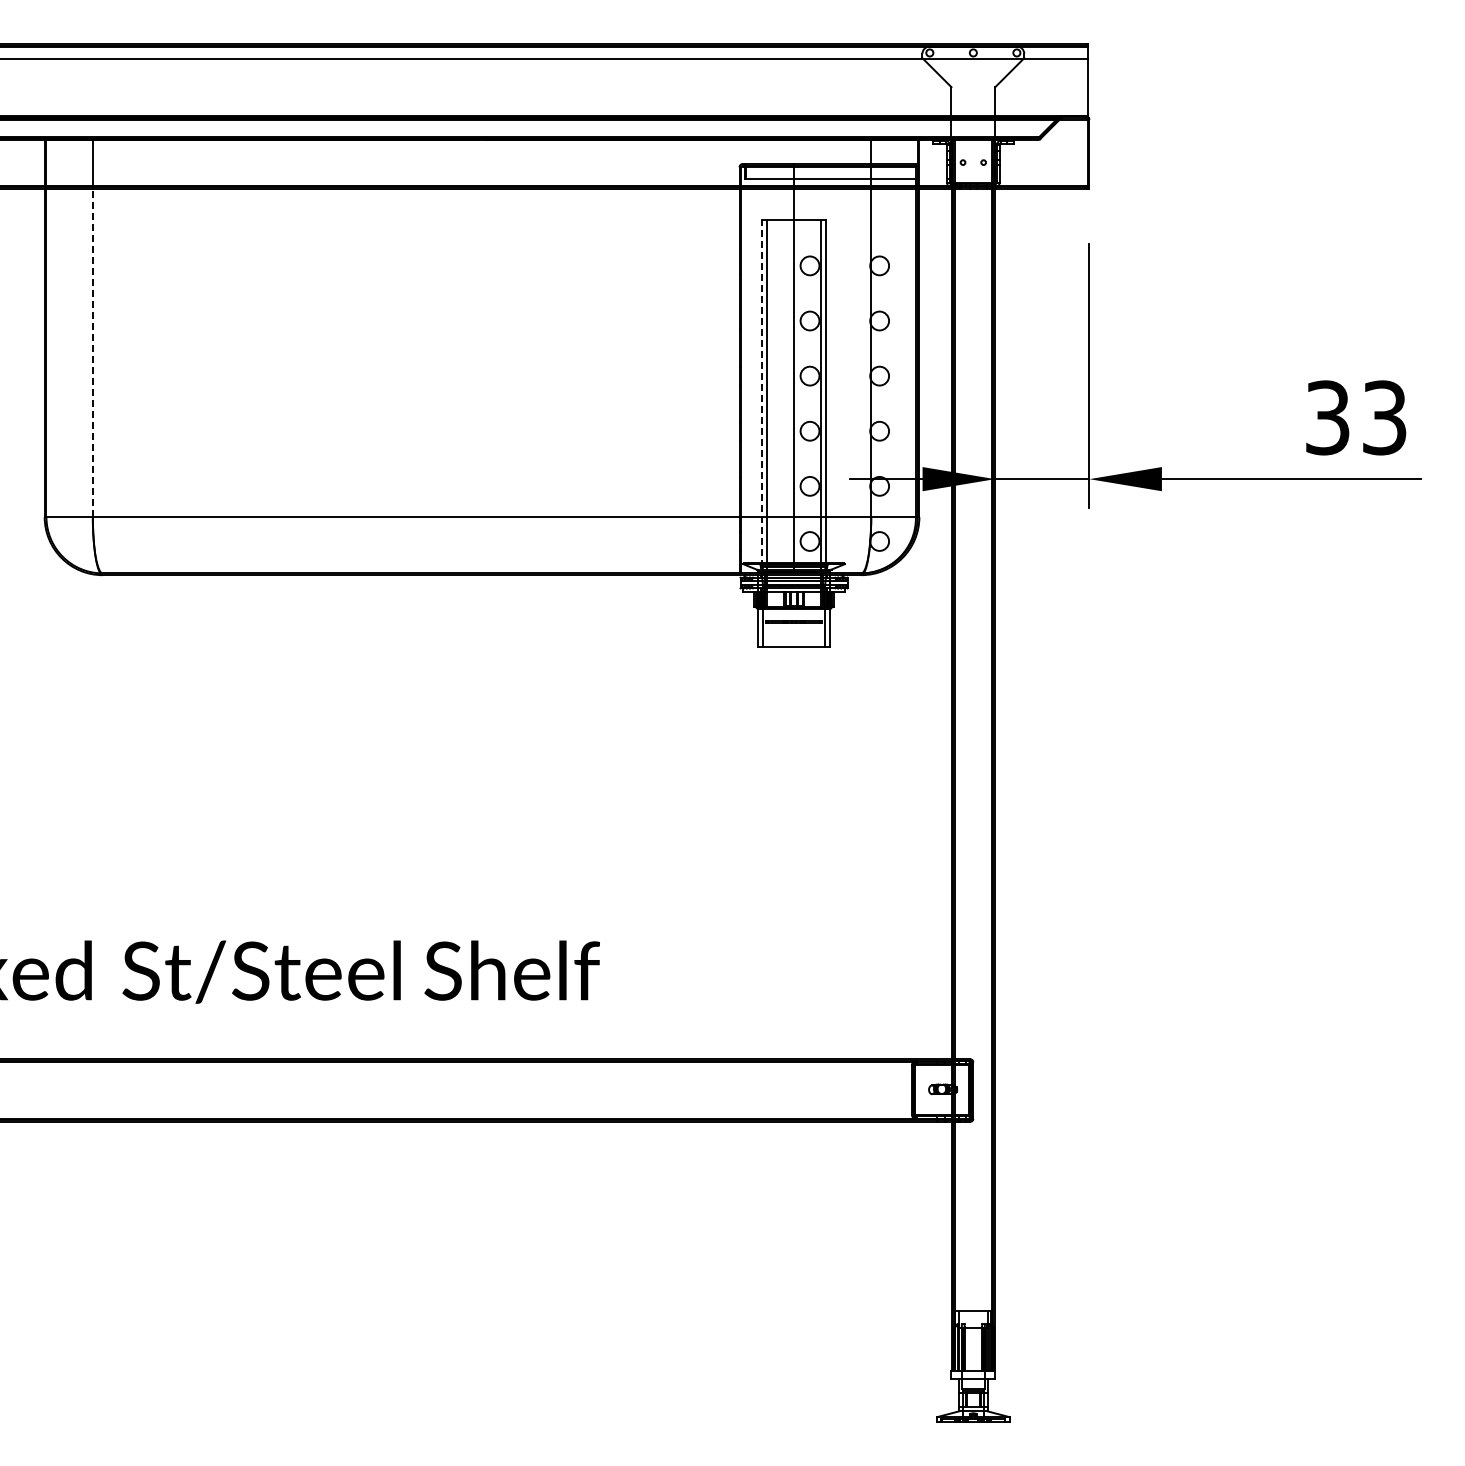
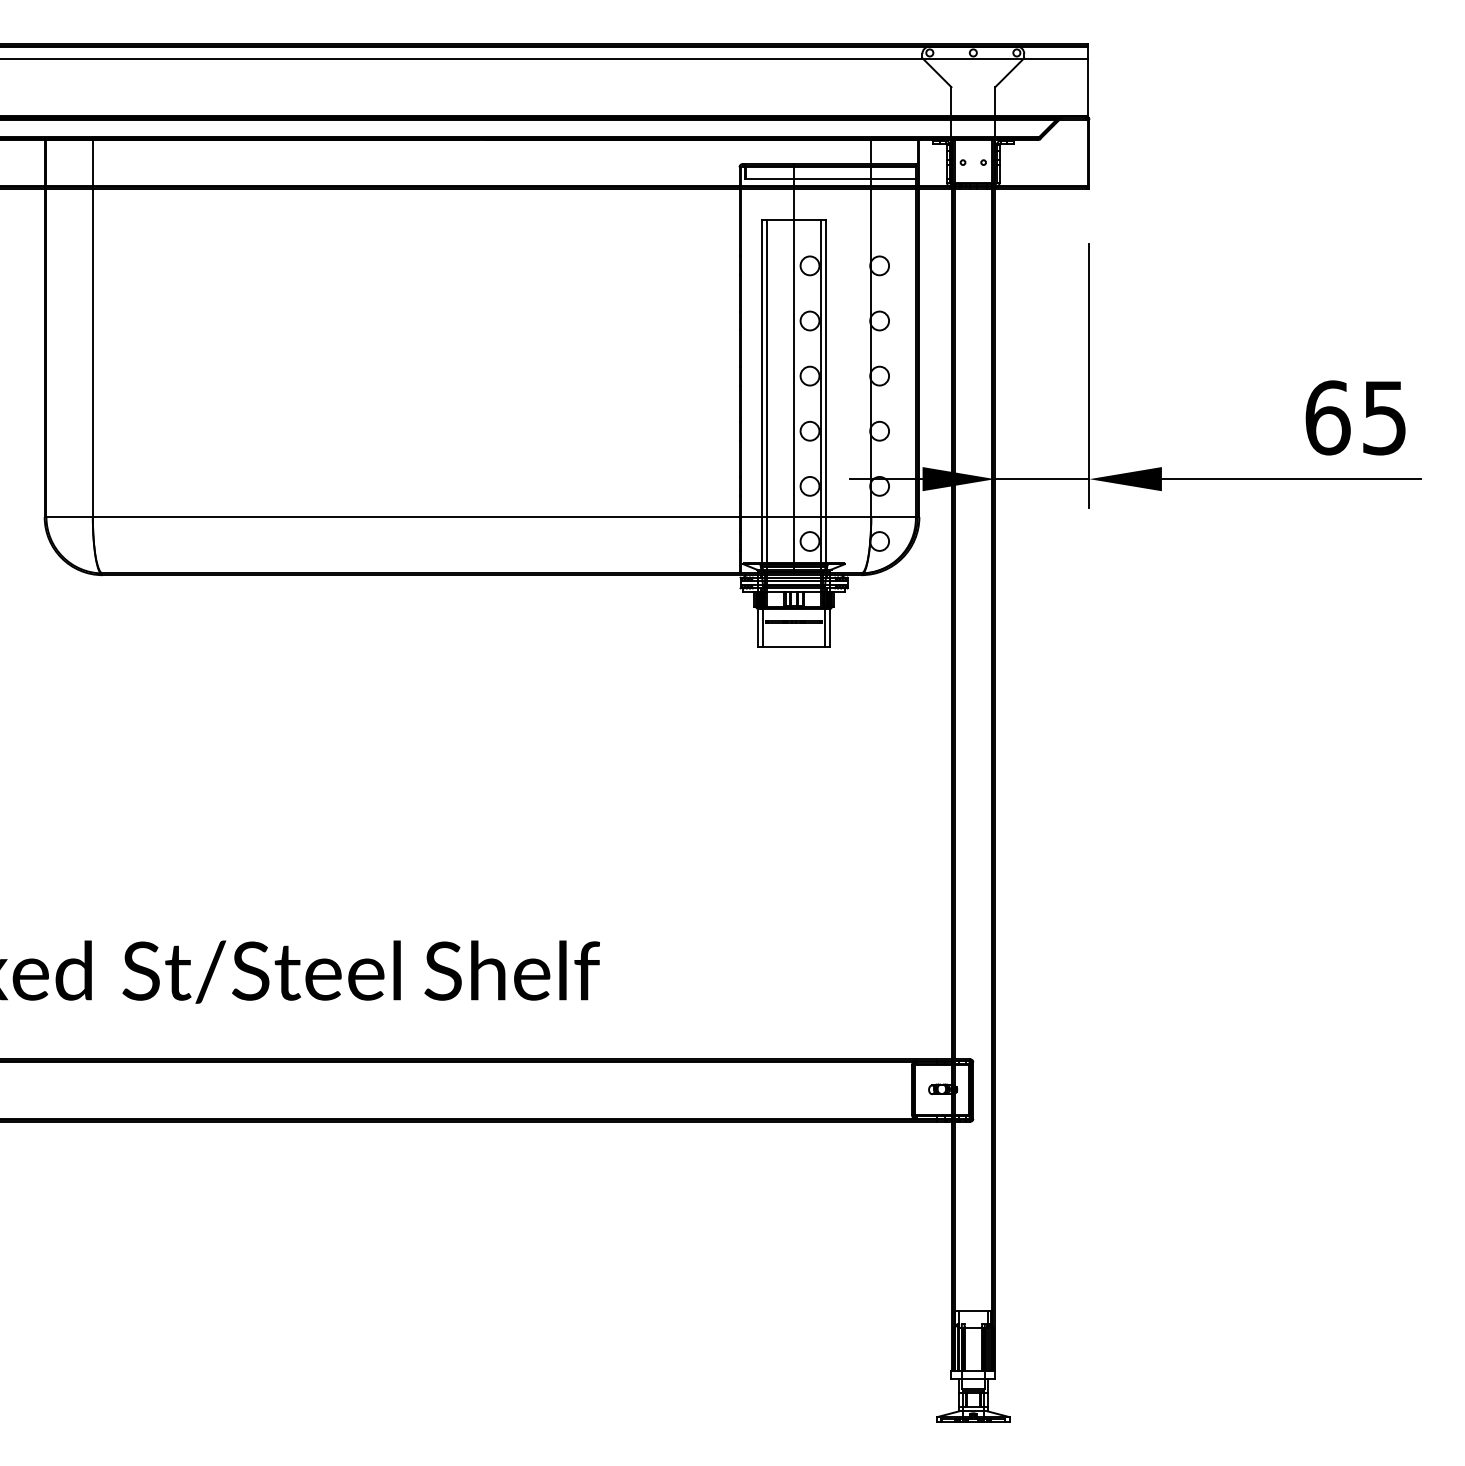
line at (92, 352): dashed -> solid
line at (761, 393): dashed -> solid
text at (1355, 417): 33 -> 65
